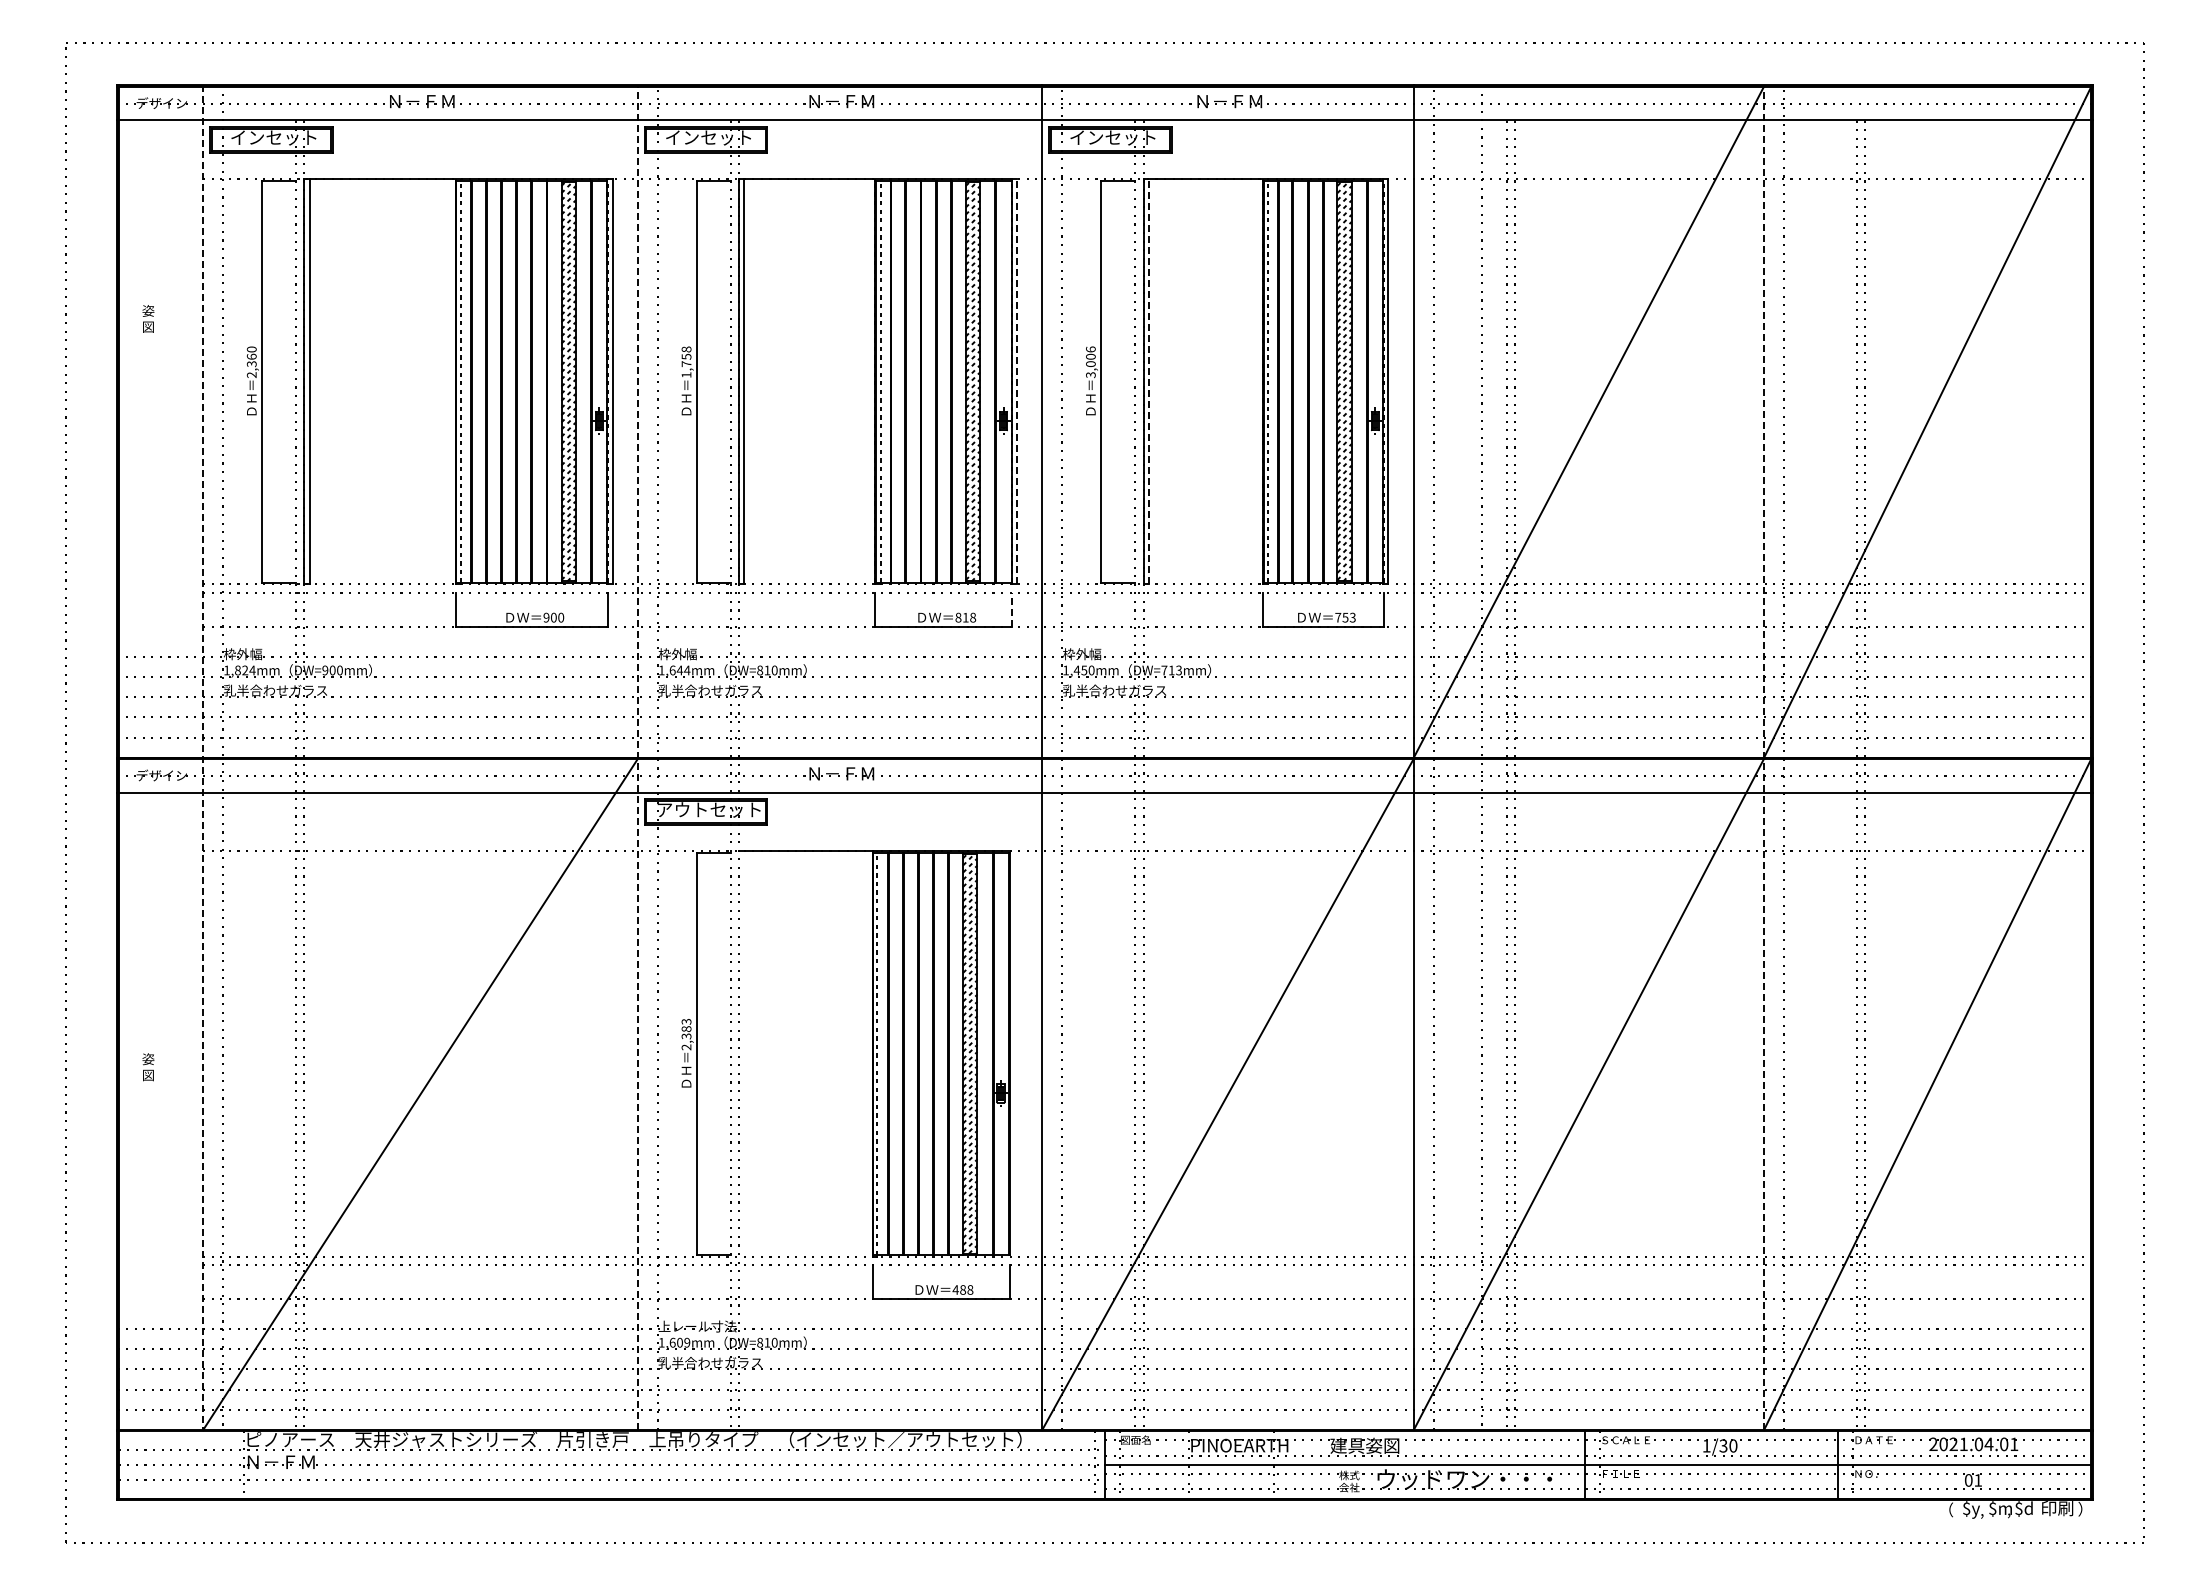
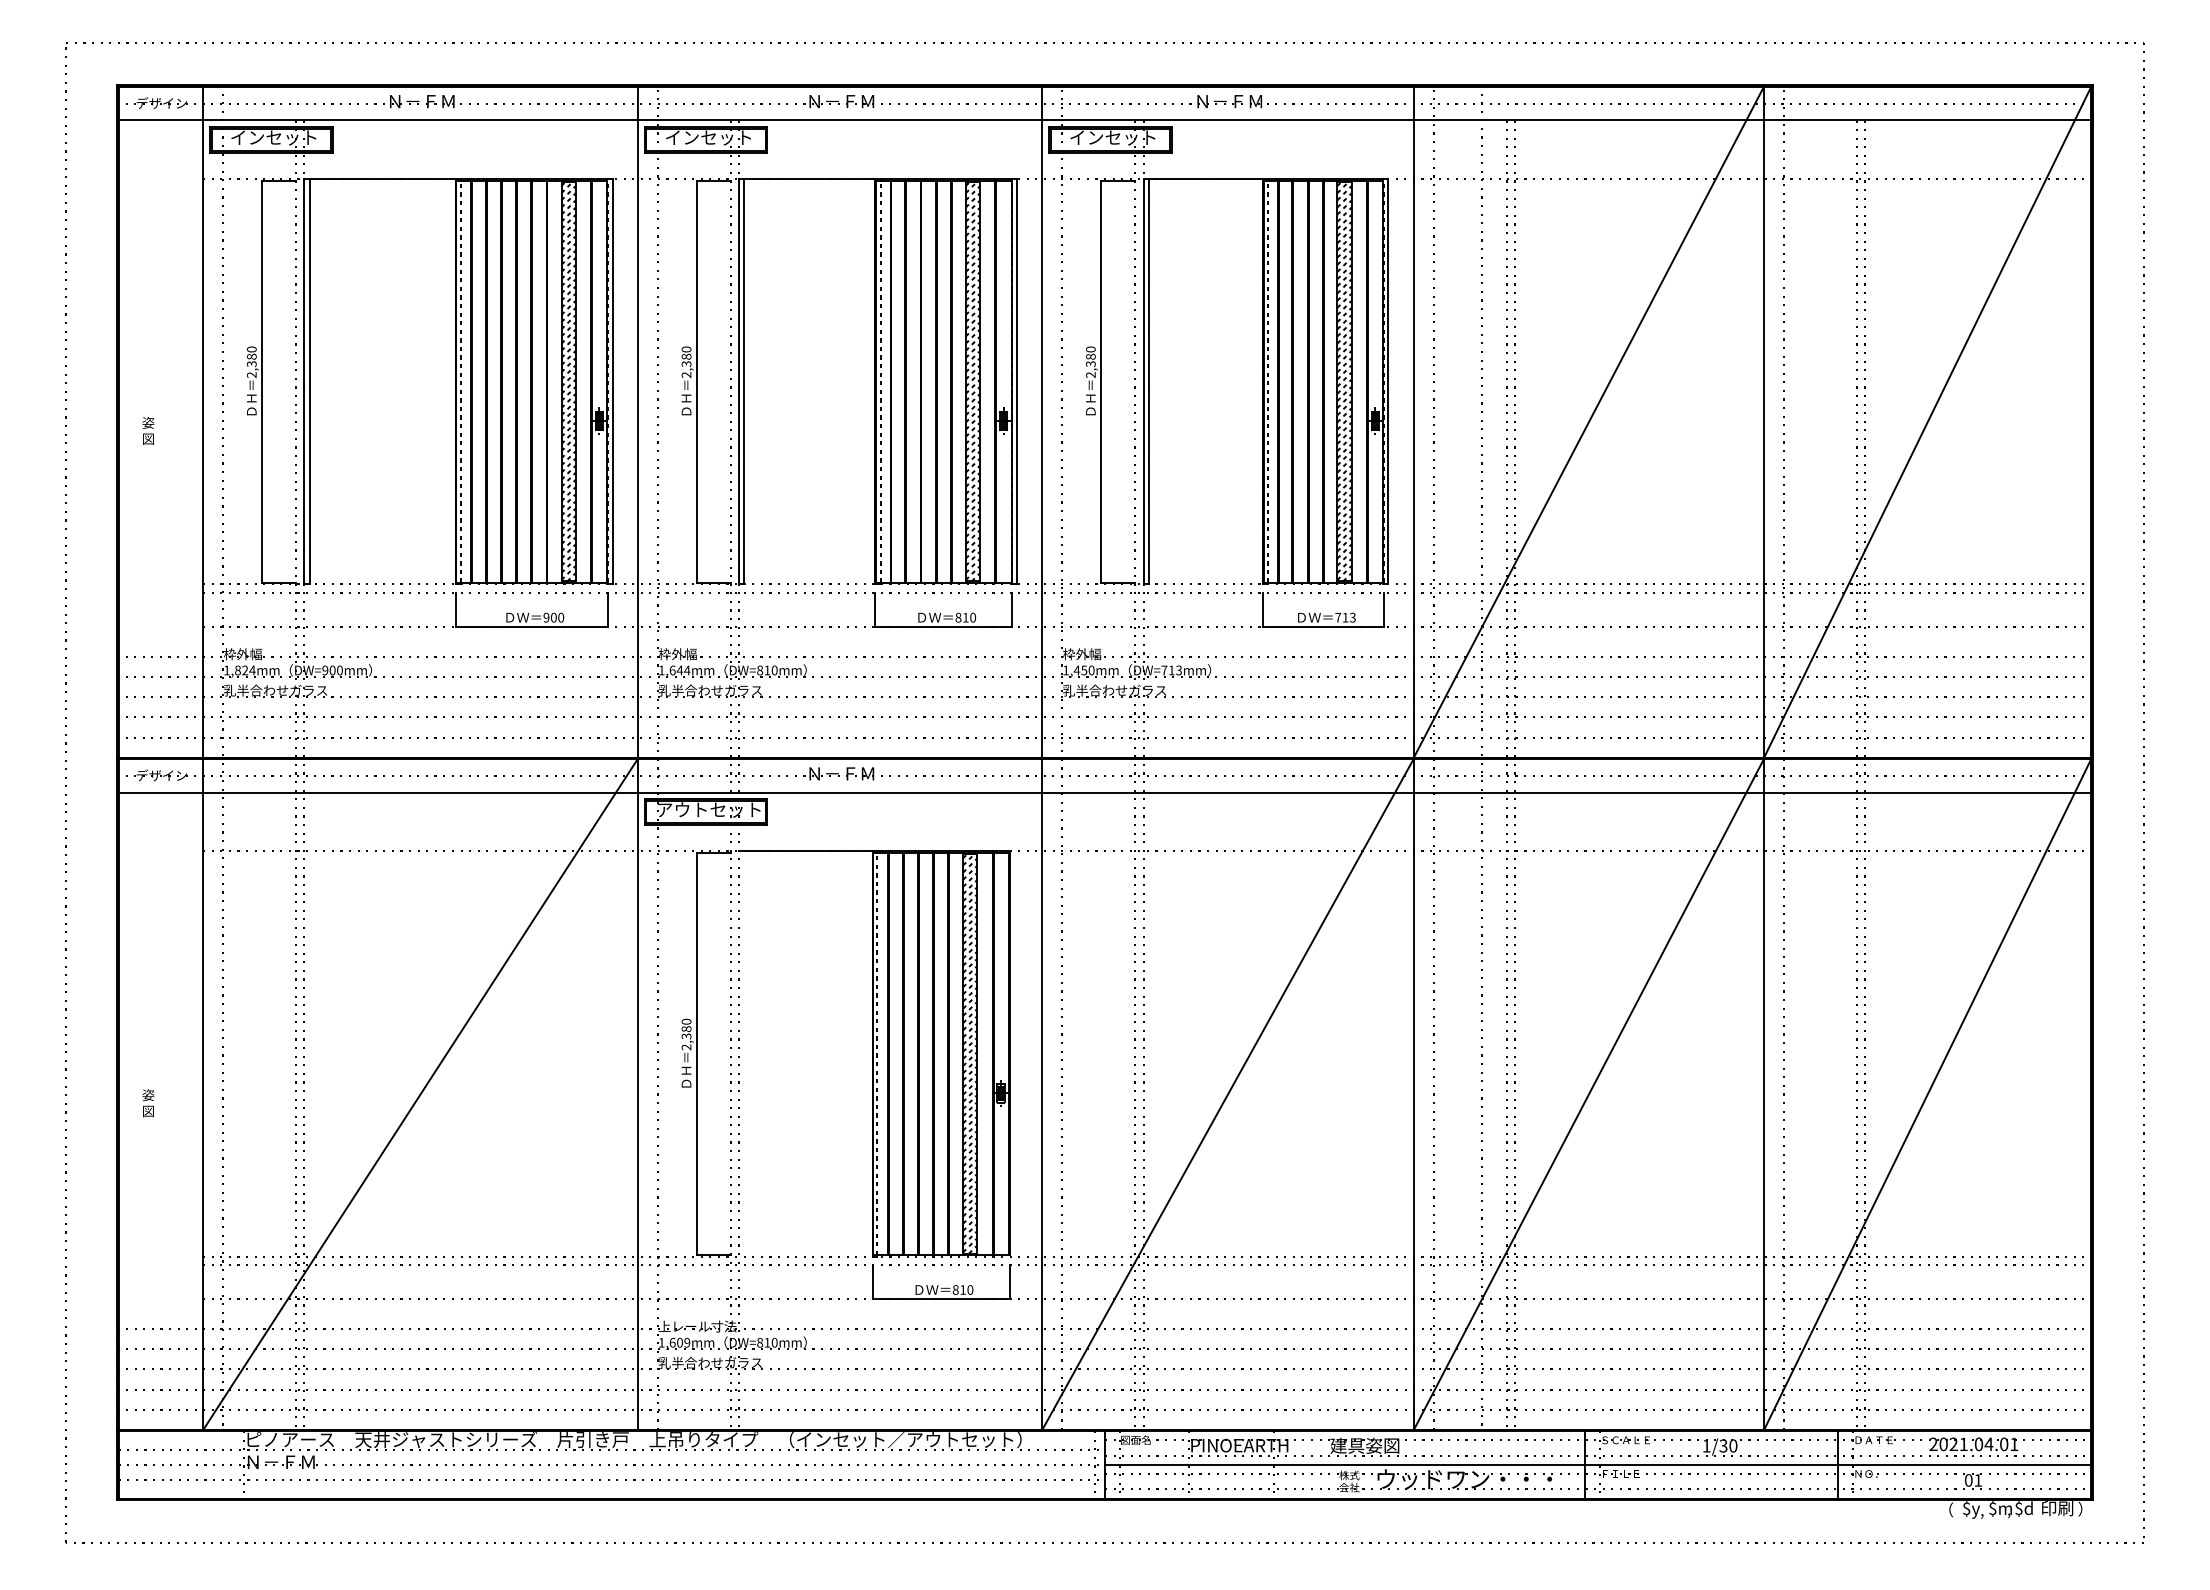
text at (148, 318) position: (148, 318) -> (148, 430)
text at (251, 356): 2,360 -> 2,380
text at (686, 361): 1,758 -> 2,380
text at (1090, 362): 3,006 -> 2,380
line at (1016, 381): dashed -> solid
line at (1148, 381): dashed -> solid
line at (1012, 609): dashed -> solid
text at (973, 617): 818 -> 810
text at (1345, 617): 753 -> 713
line at (203, 757): dashed -> solid
line at (637, 757): dashed -> solid
line at (1764, 757): dashed -> solid
text at (686, 1021): 2,383 -> 2,380
text at (148, 1067) position: (148, 1067) -> (148, 1103)
text at (962, 1289): 488 -> 810
